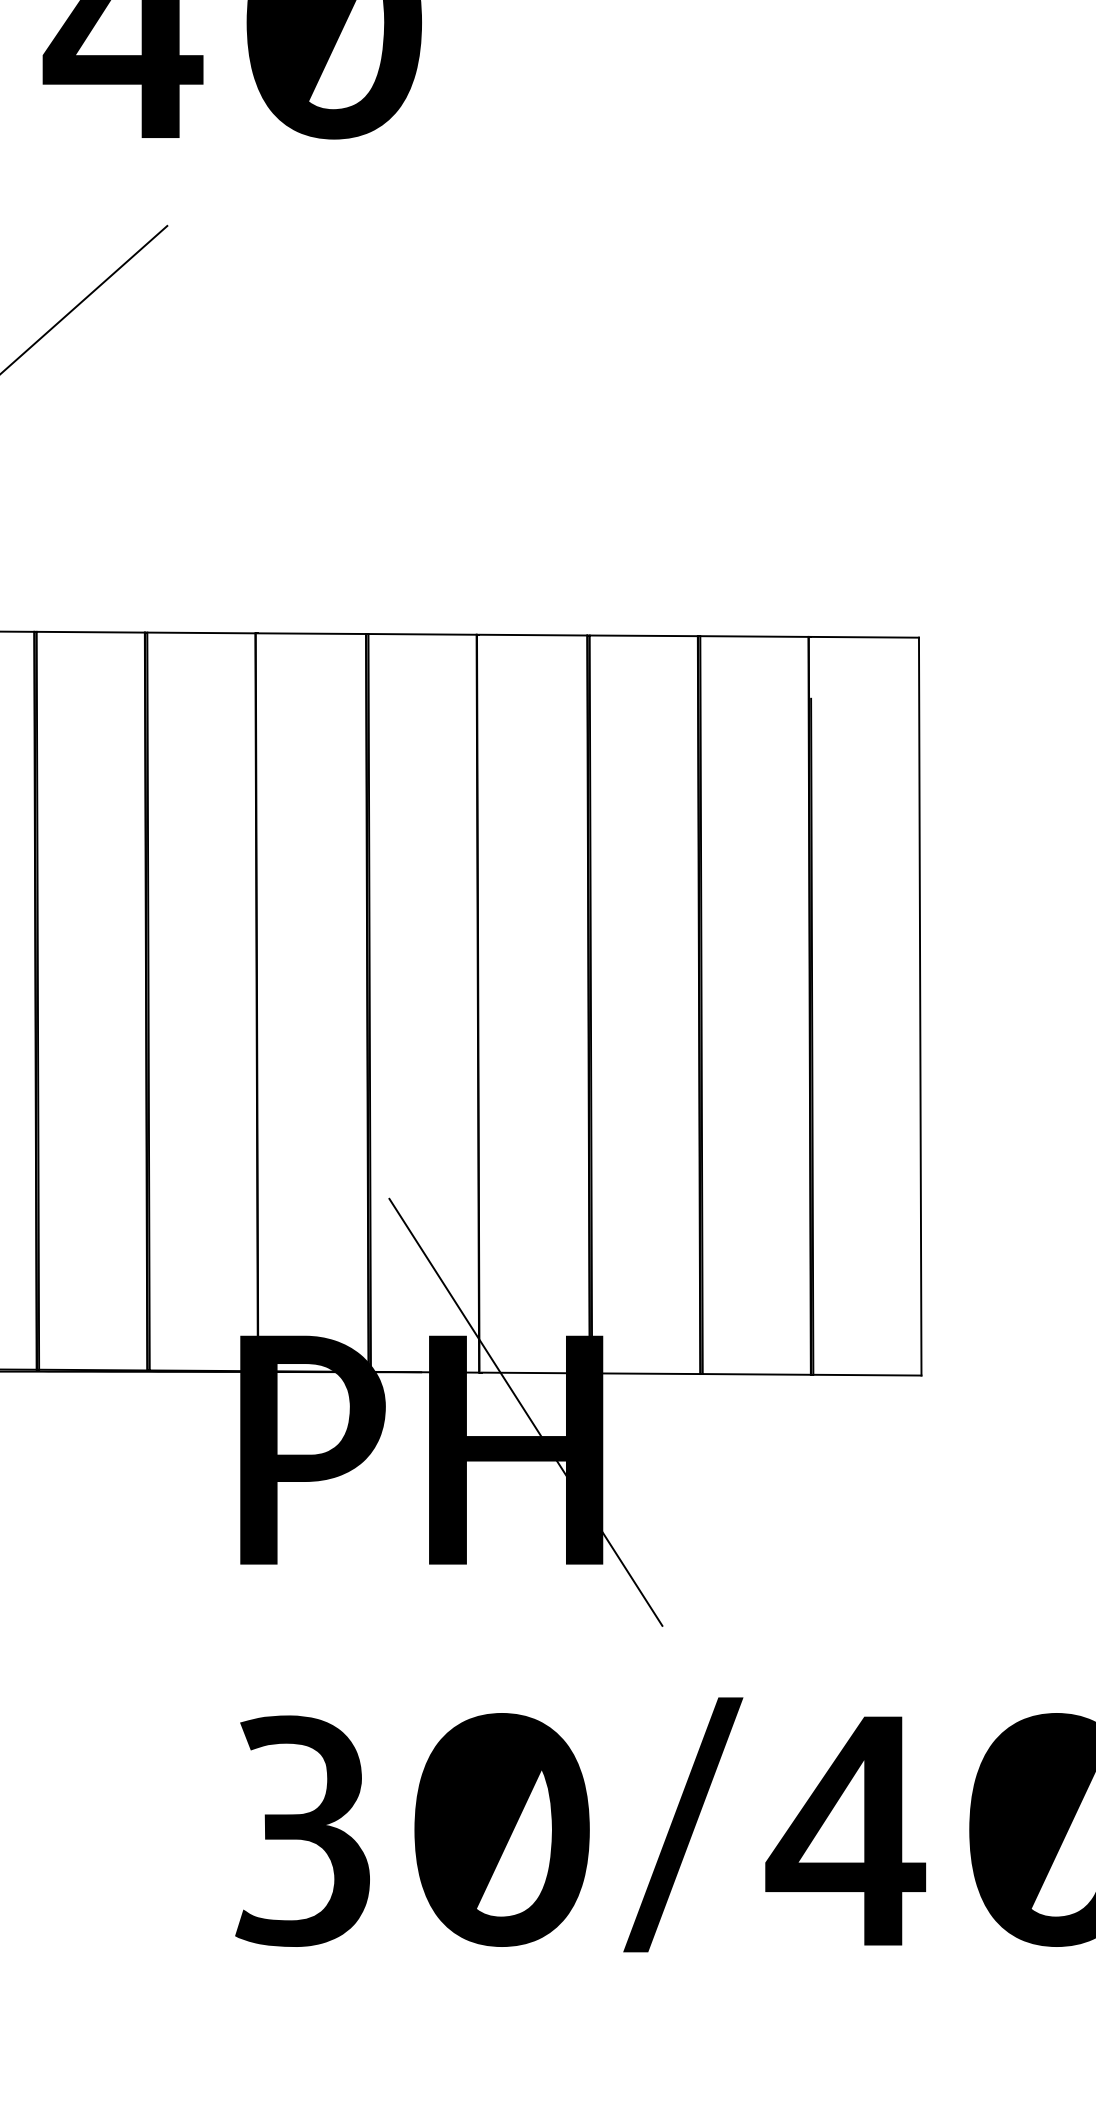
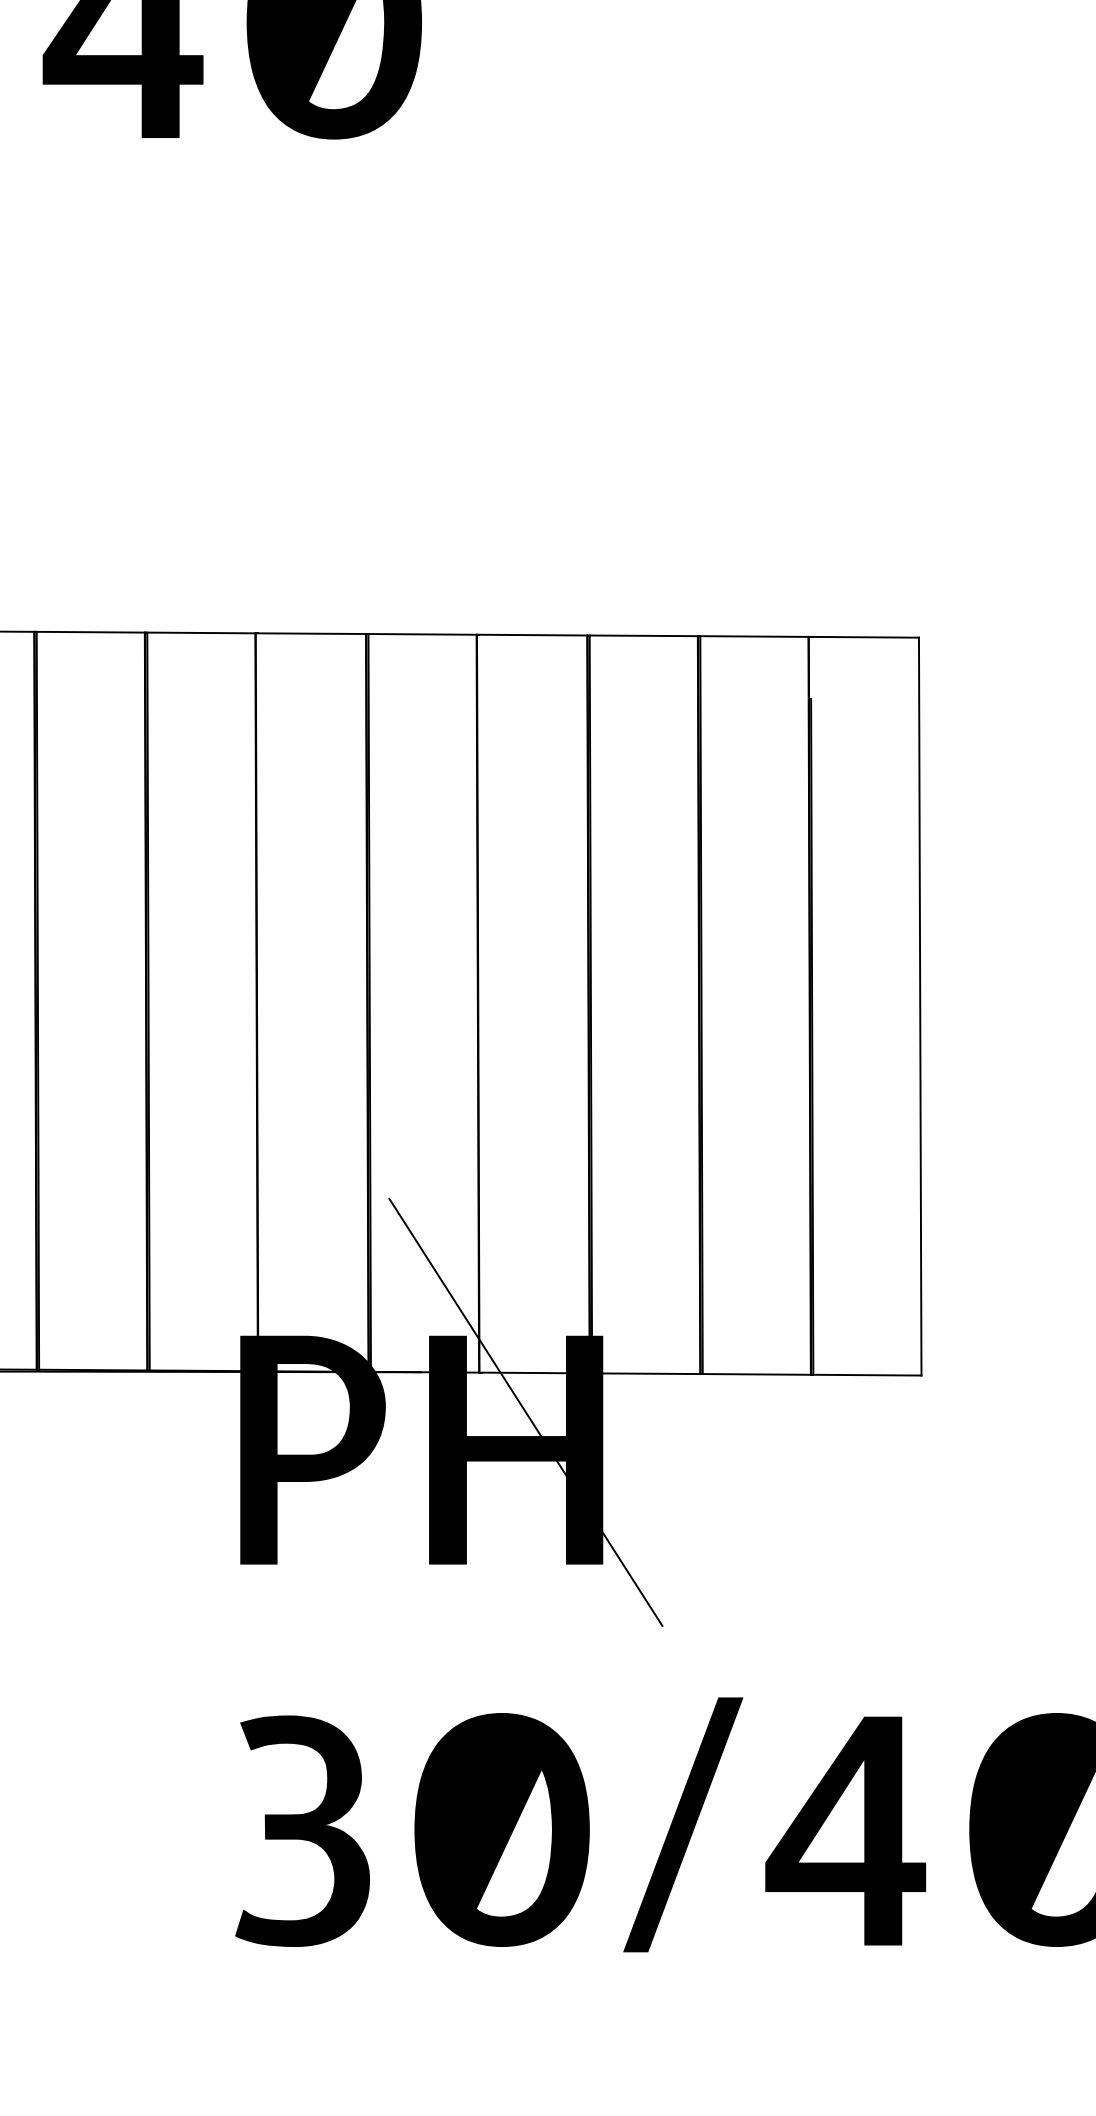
line at (84, 298): present -> none
